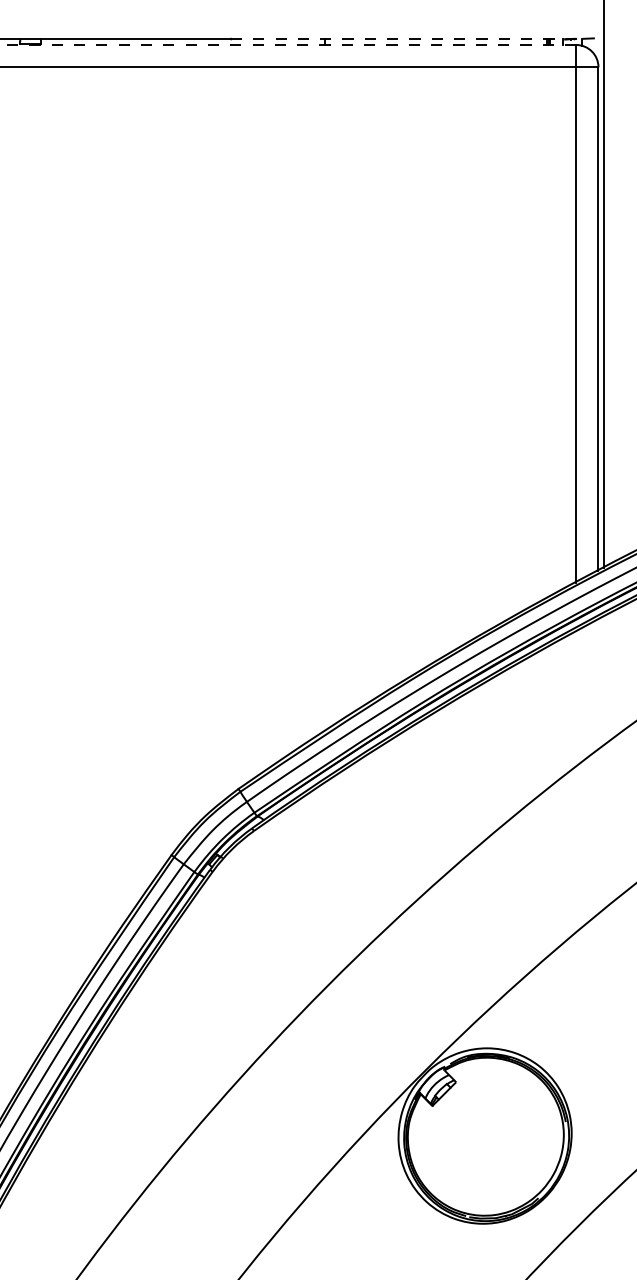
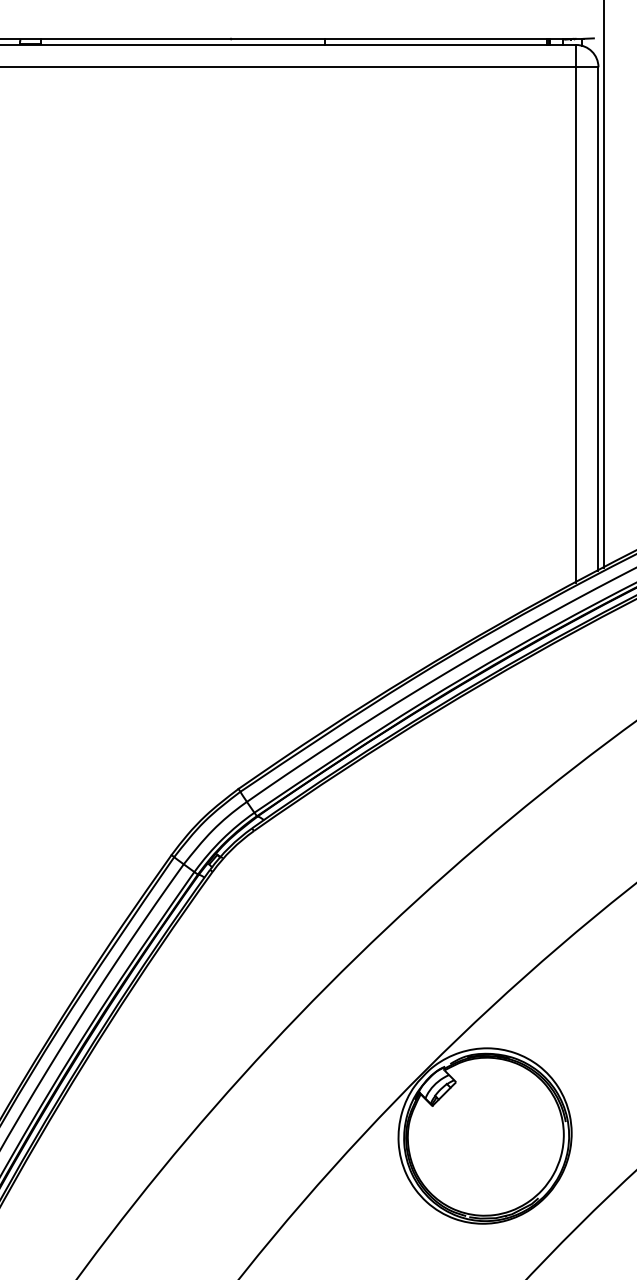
line at (407, 38): dashed -> solid
line at (288, 44): dashed -> solid
